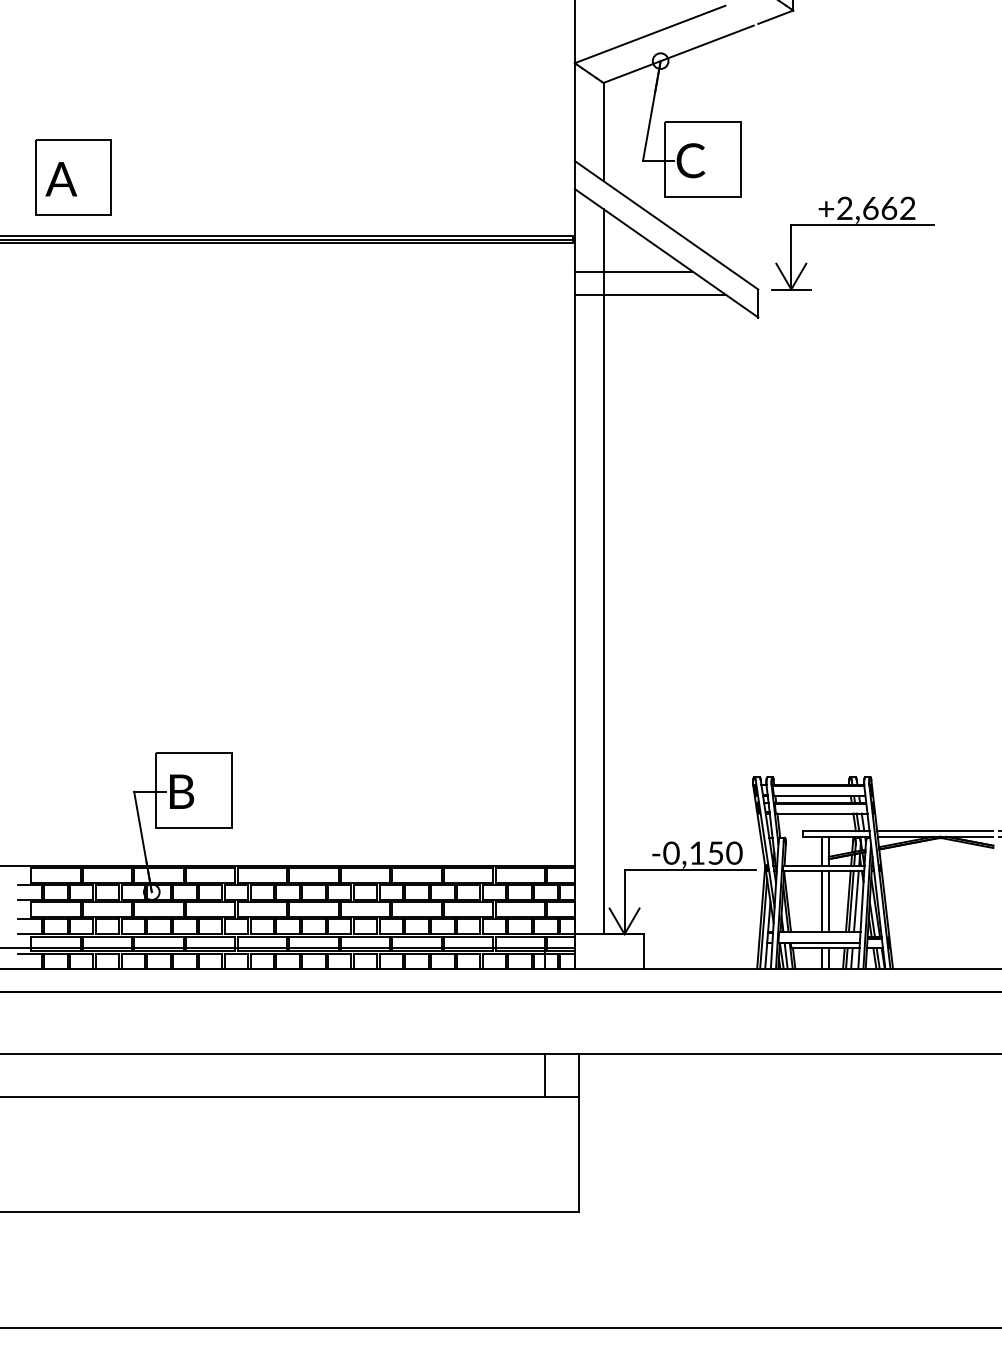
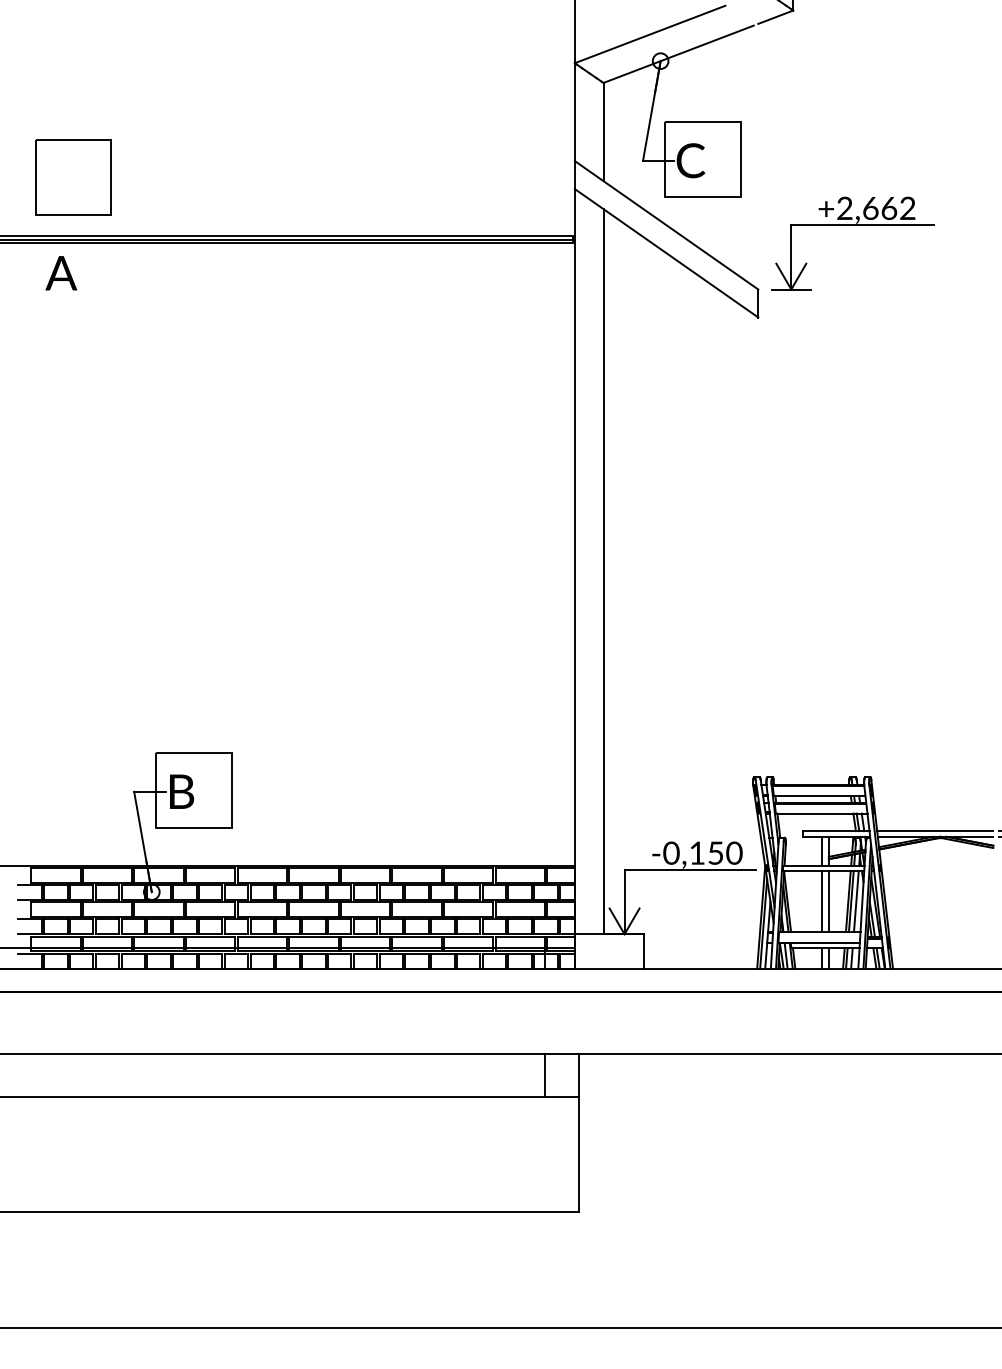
text at (61, 179) position: (61, 179) -> (61, 273)
line at (633, 271): present -> none
line at (649, 294): present -> none
